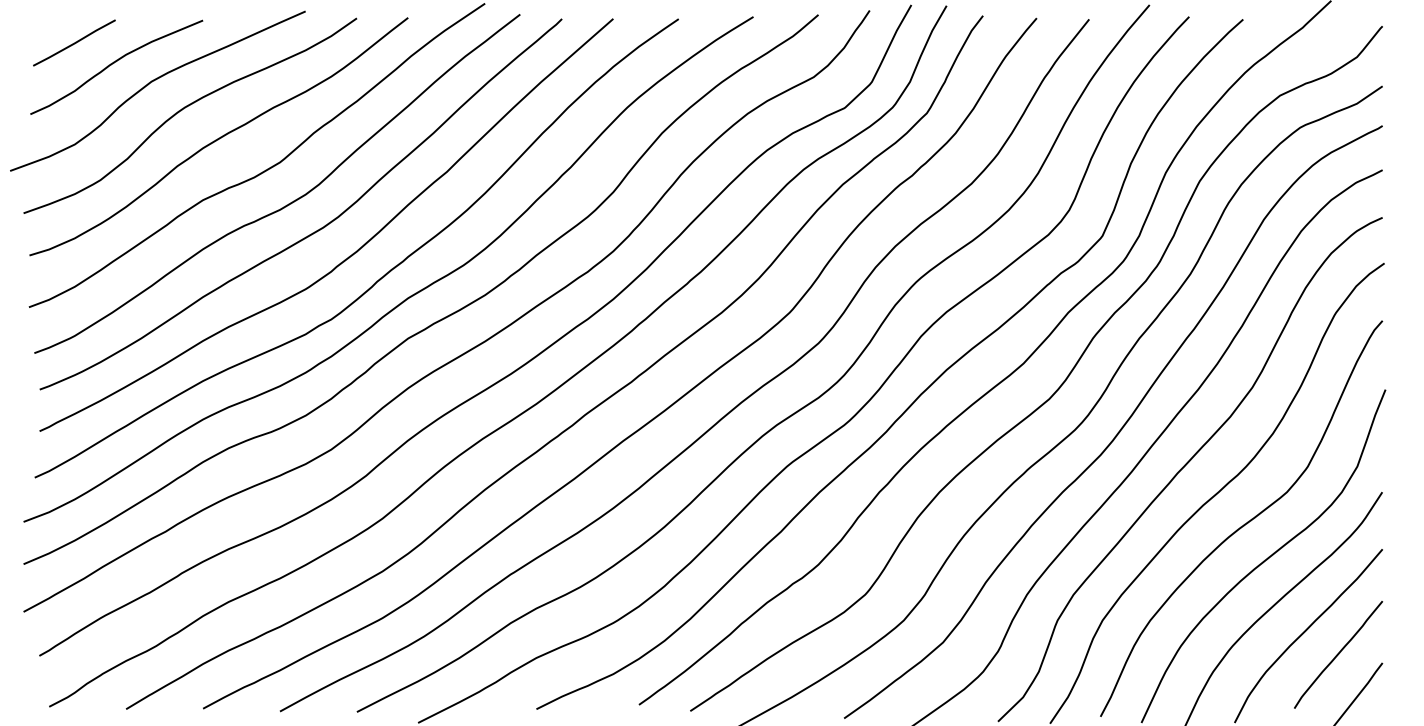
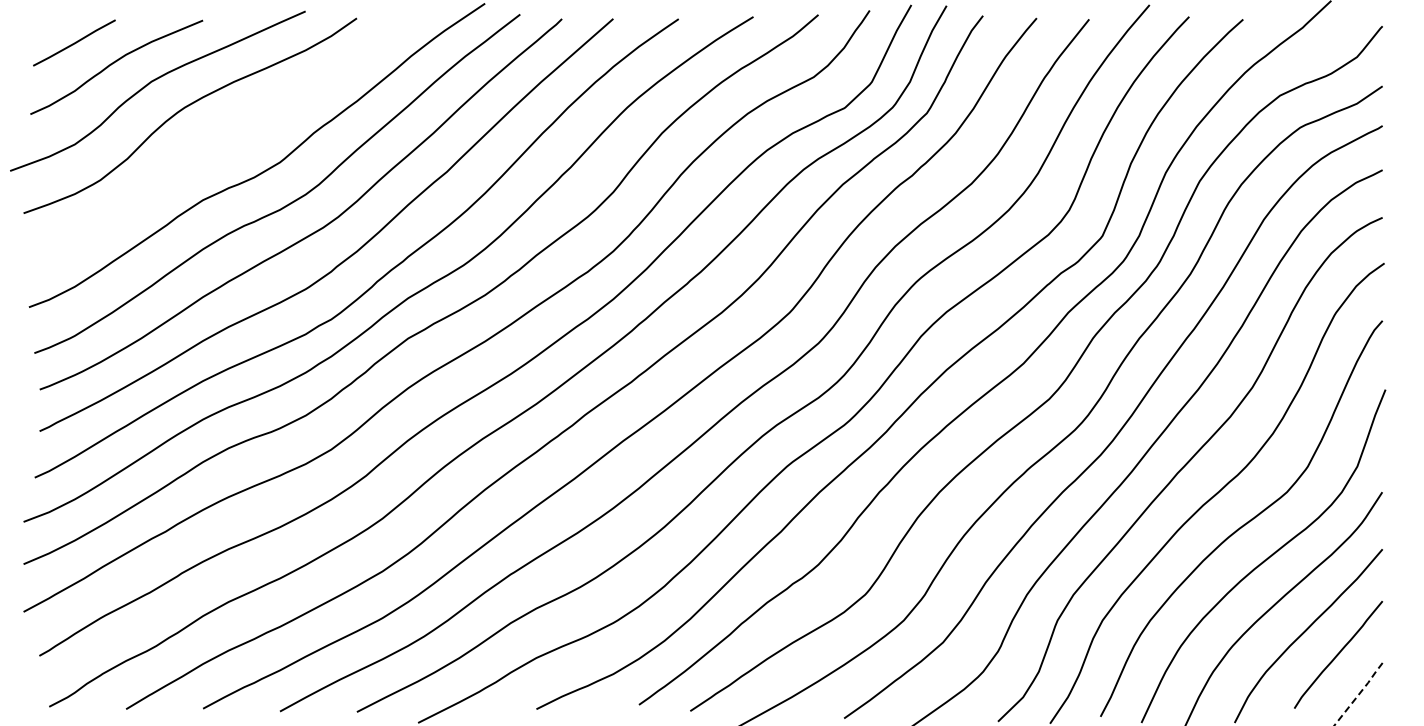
curve at (219, 137): present -> none
line at (1359, 693): solid -> dashed
